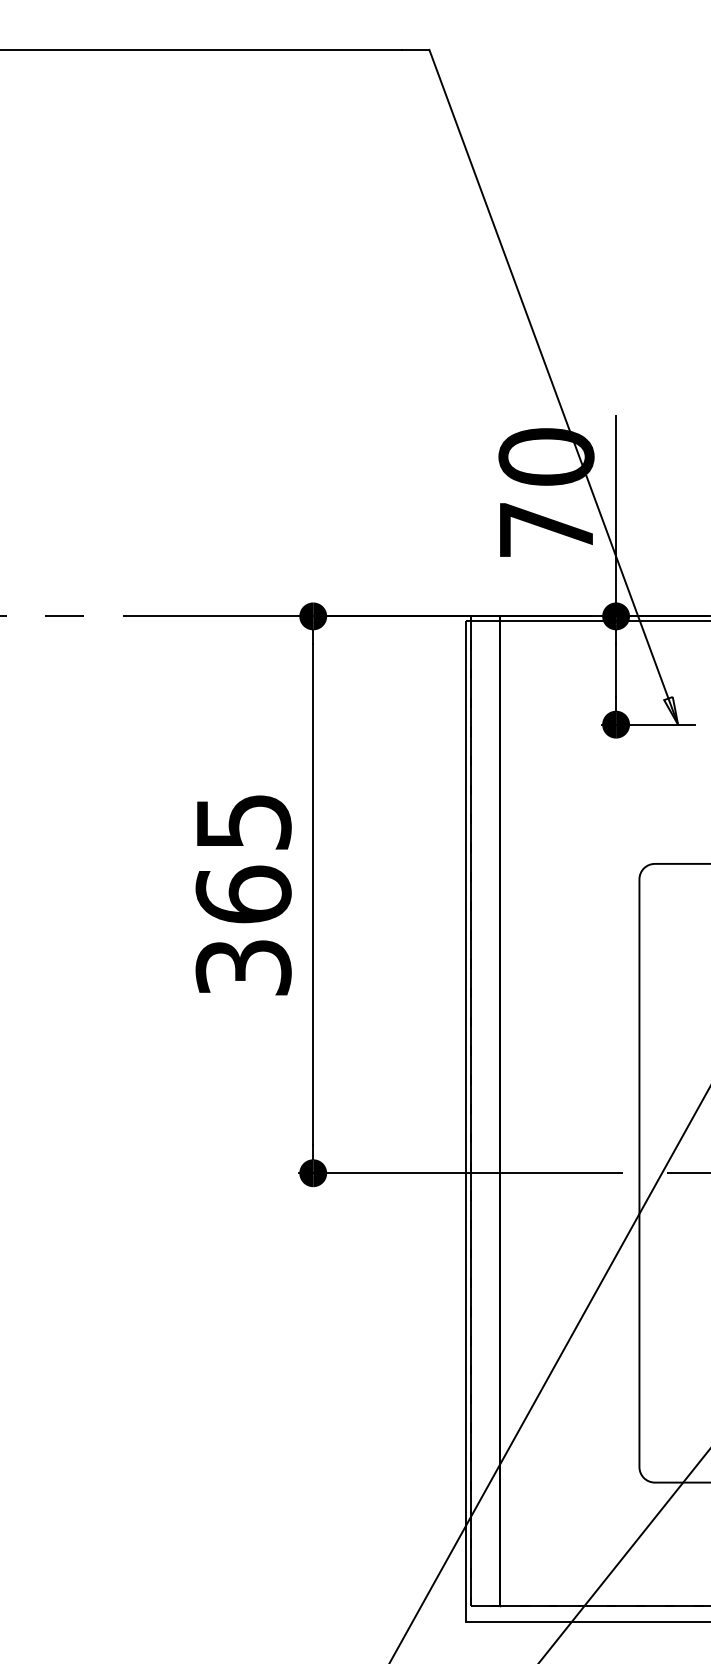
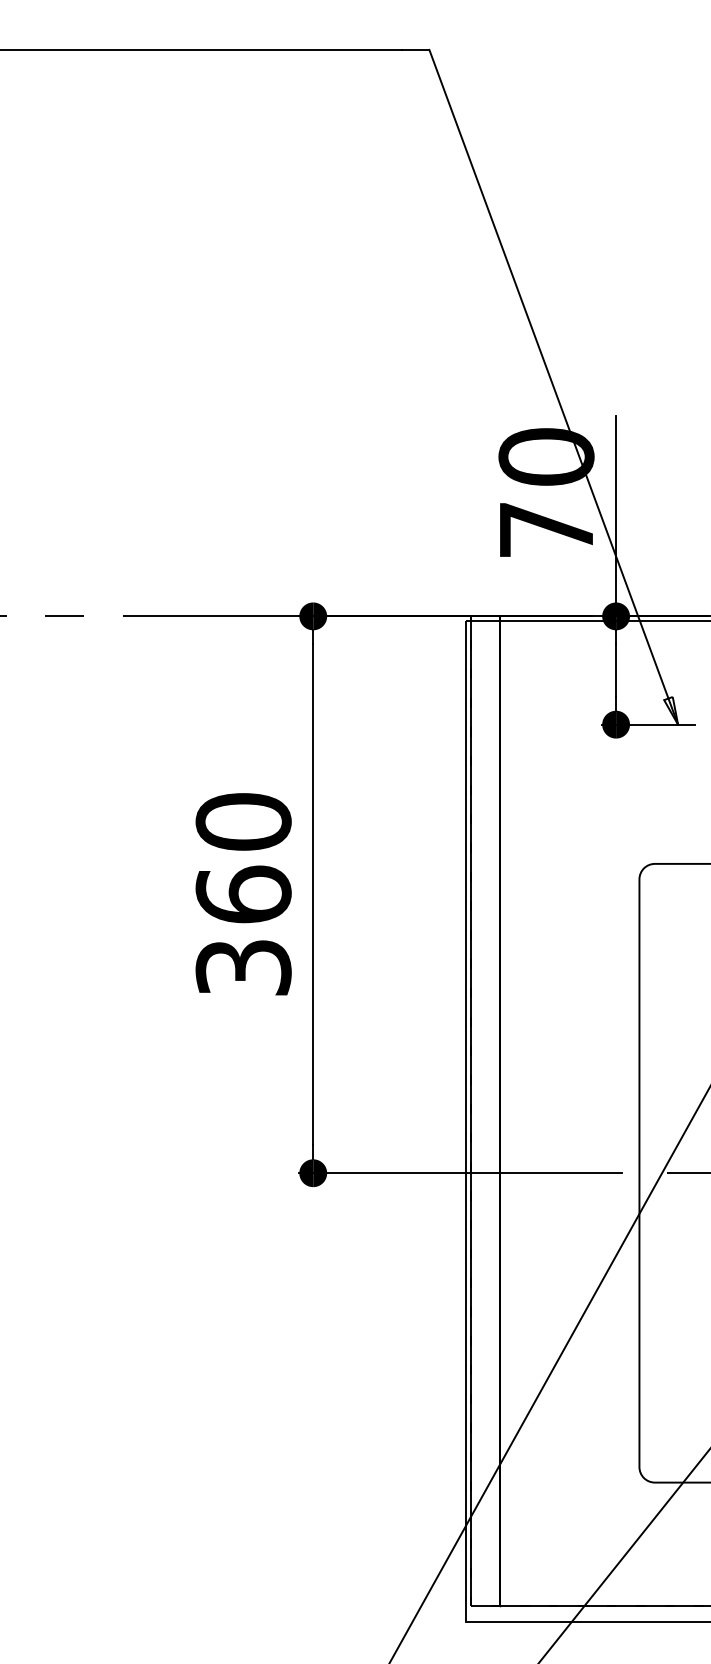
text at (243, 821): 365 -> 360
